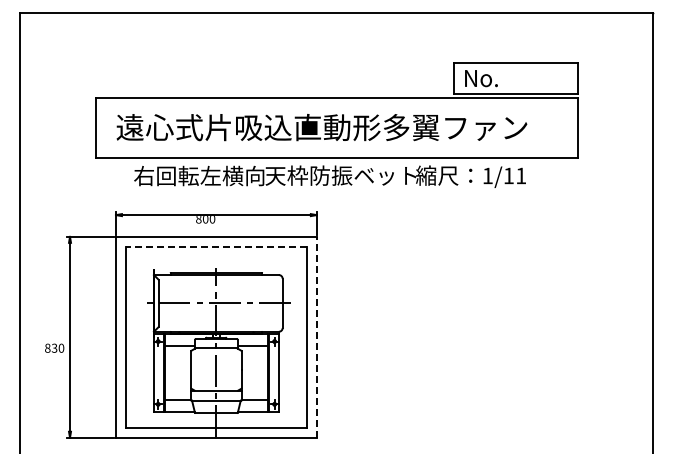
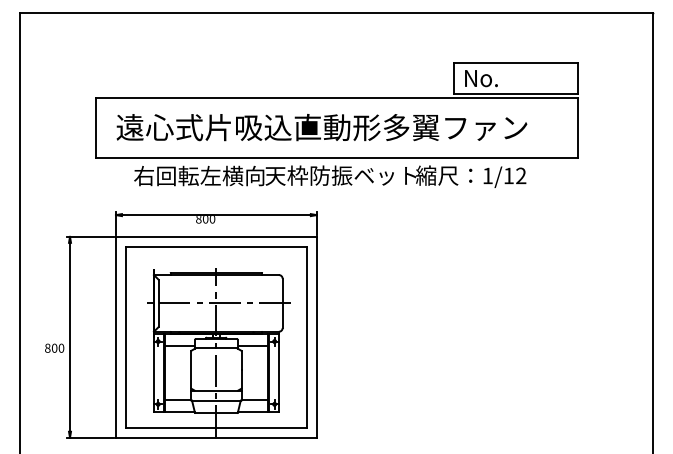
text at (521, 175): 1/11 -> 1/12
line at (215, 246): dashed -> solid
line at (316, 336): dashed -> solid
text at (54, 347): 830 -> 800
